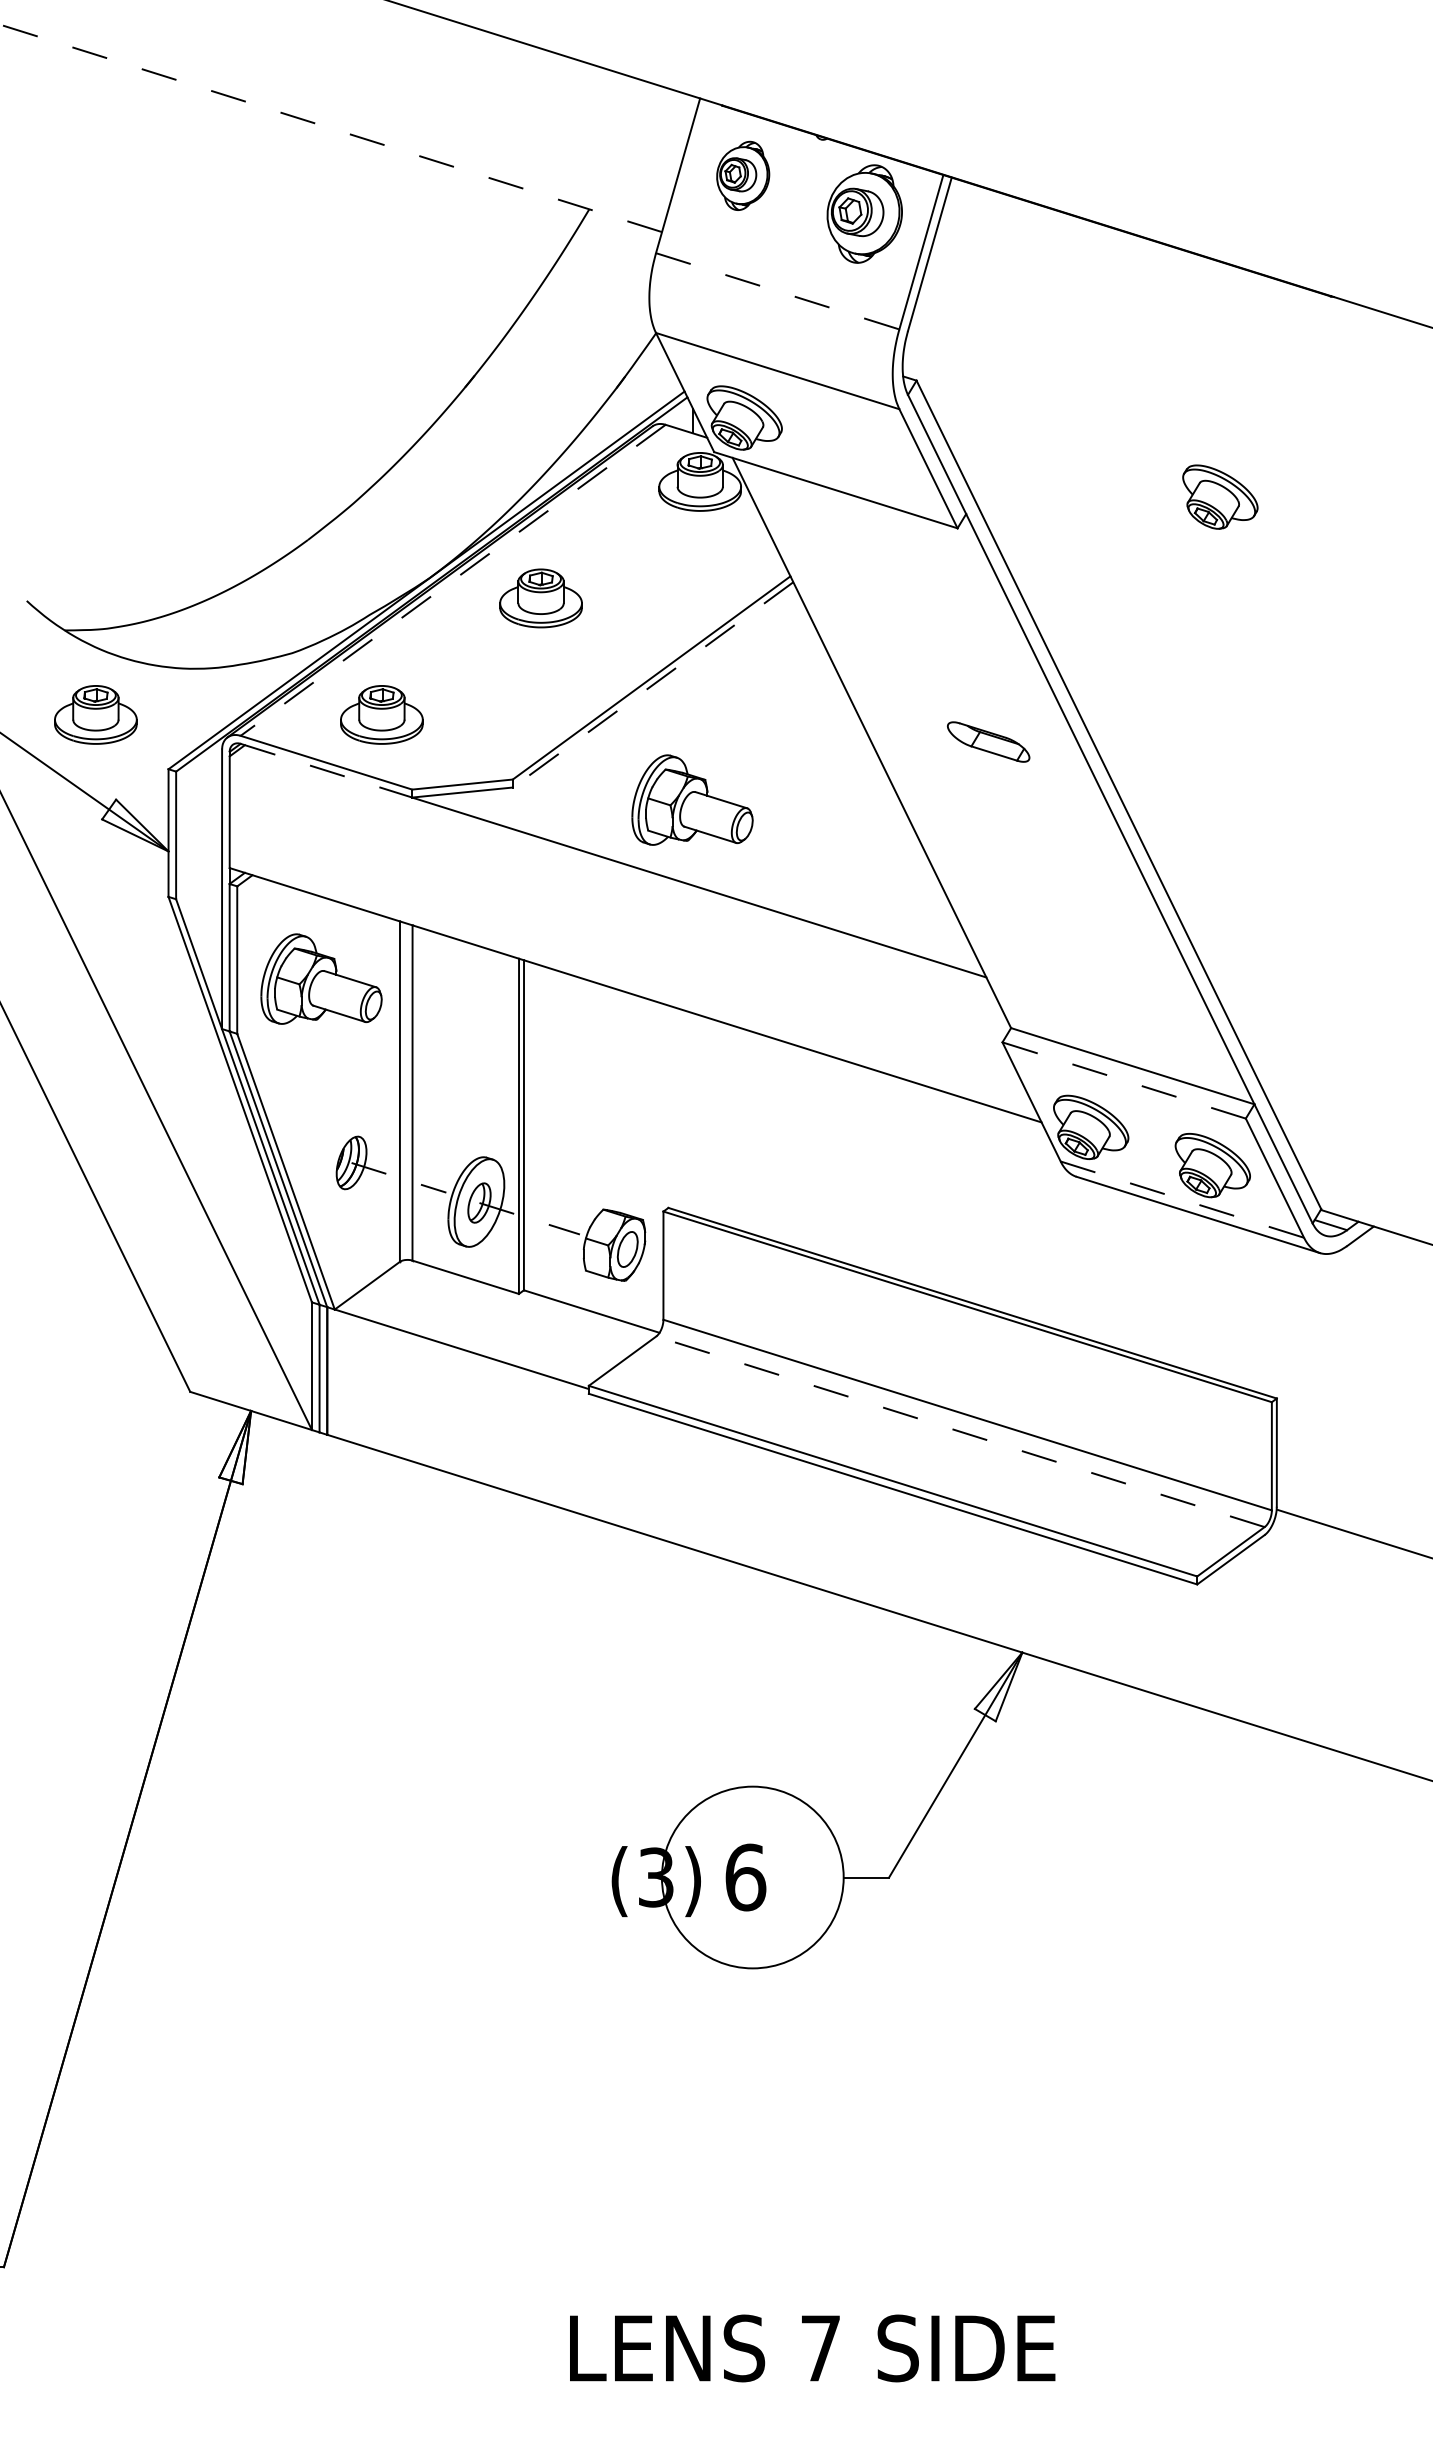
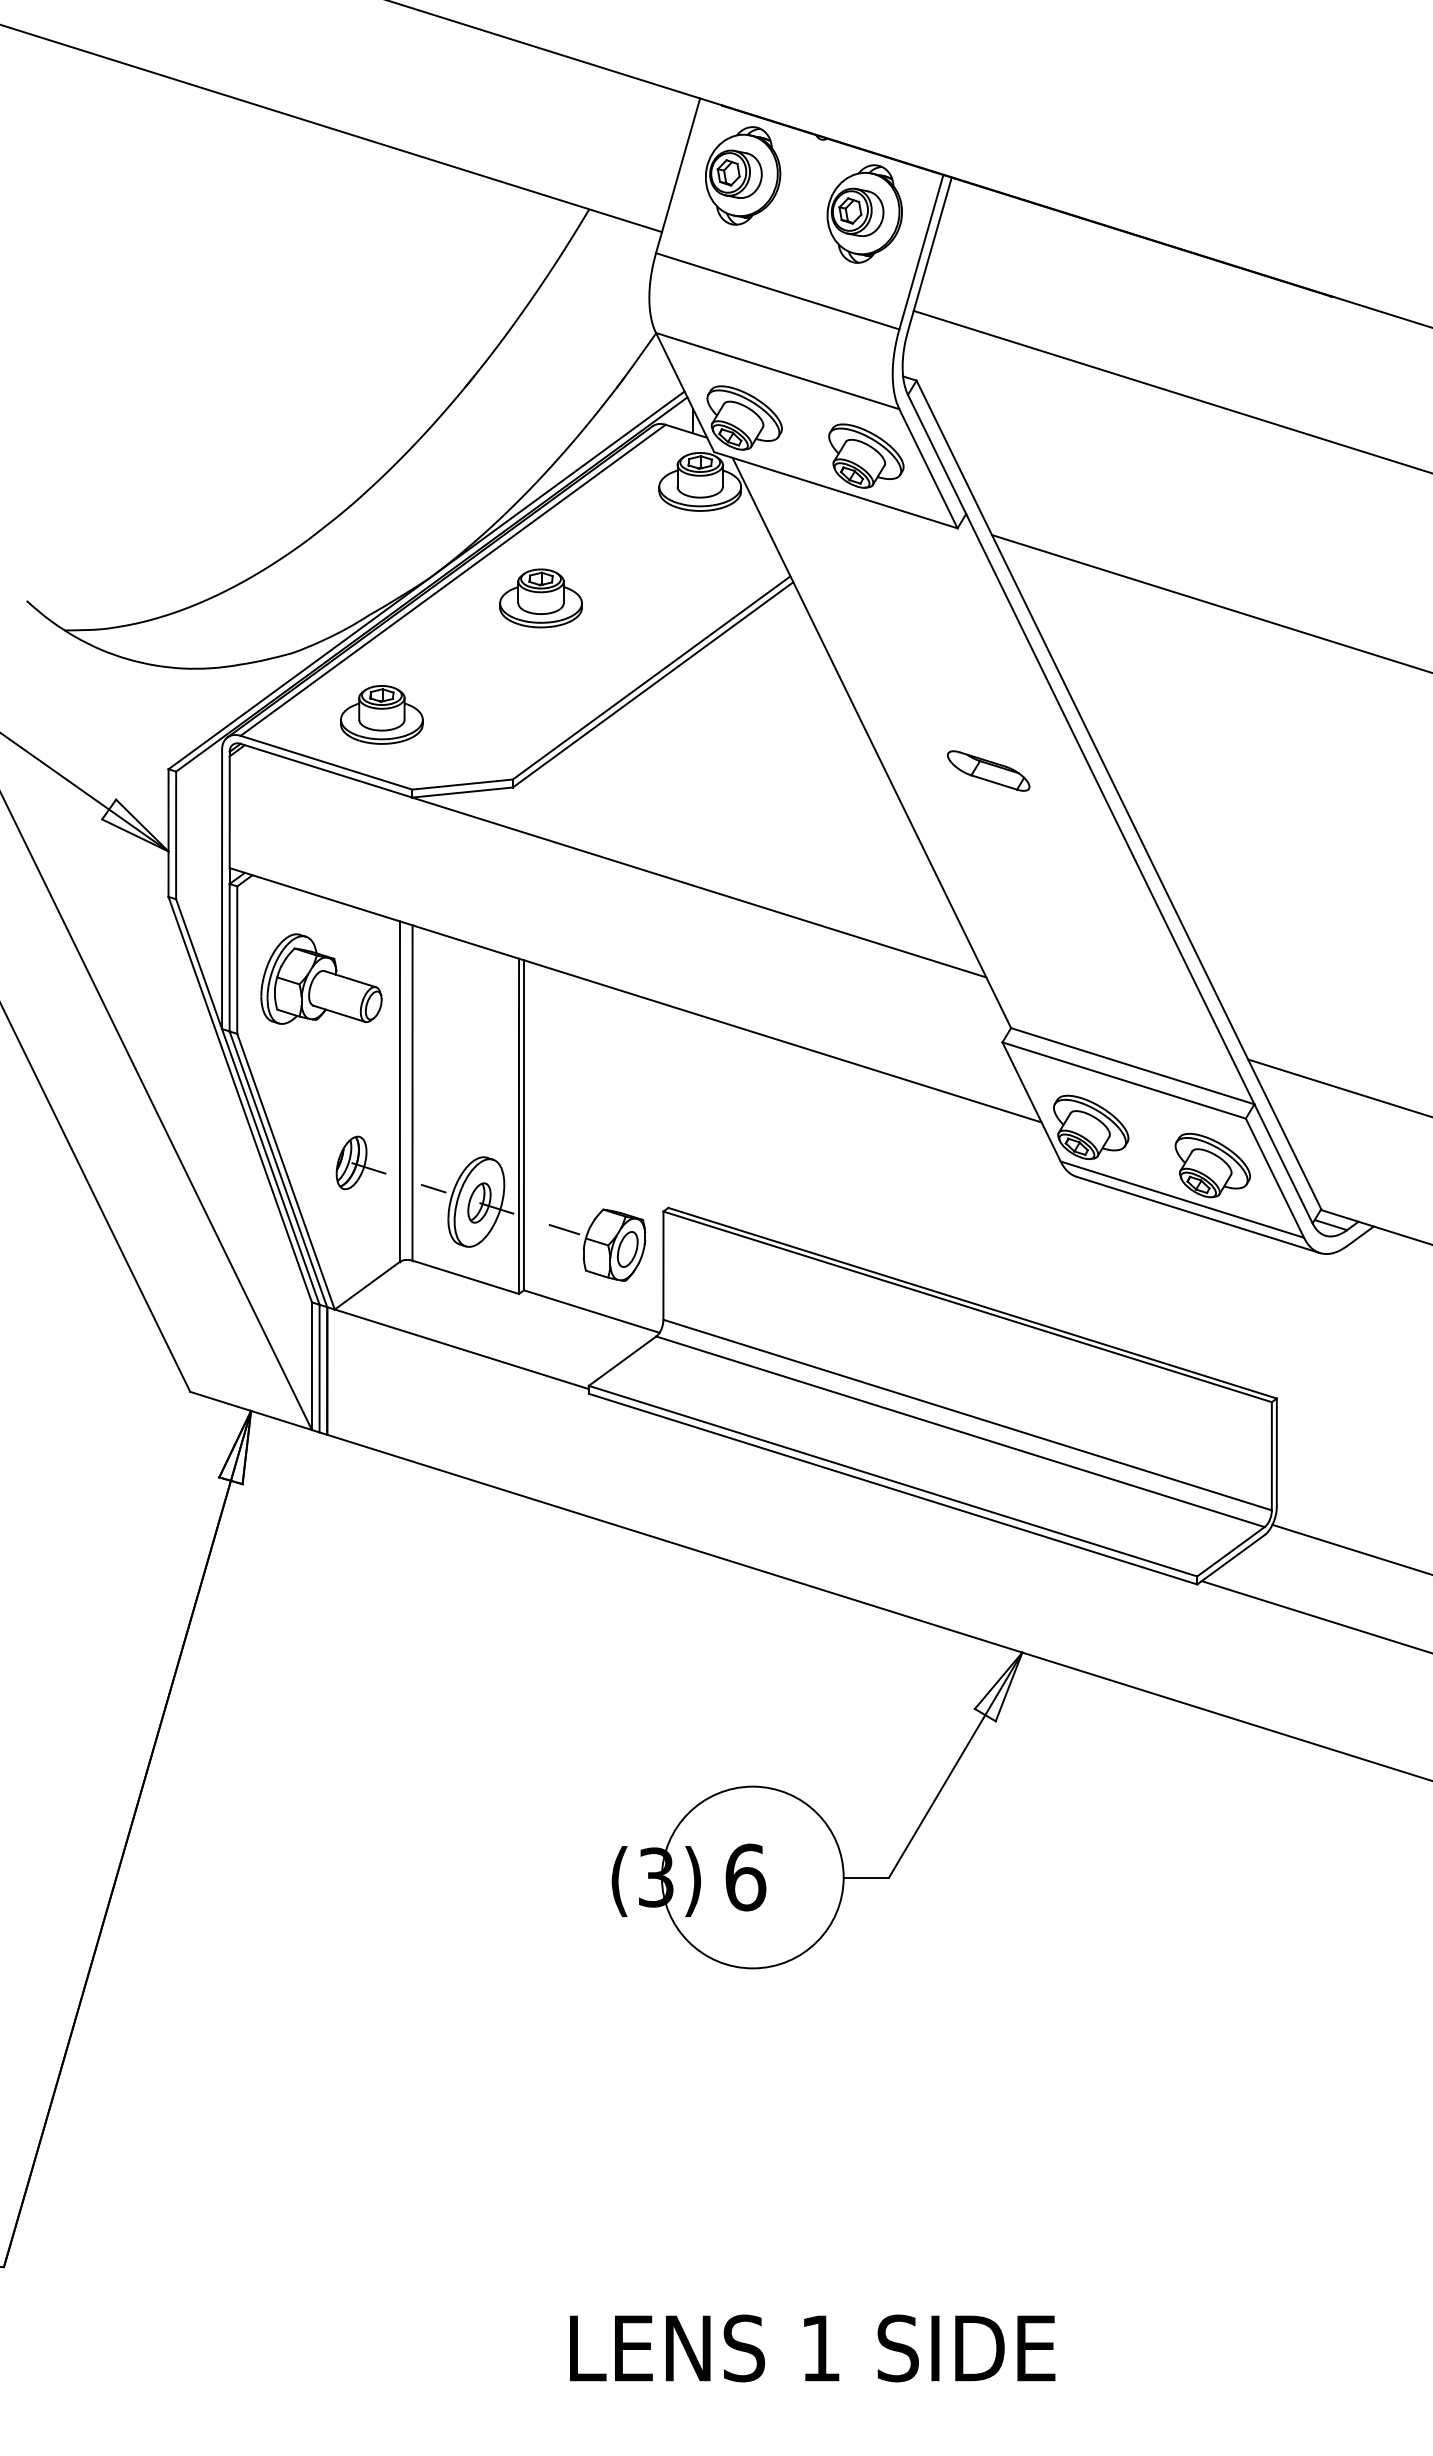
line at (330, 128): dashed -> solid
part at (743, 175) size: 55x71 px -> 77x100 px
line at (777, 291): dashed -> solid
line at (1171, 391): none -> present
part at (1220, 496) position: (1220, 496) -> (866, 455)
line at (452, 580): dashed -> solid
line at (1210, 603): none -> present
line at (653, 684): dashed -> solid
part at (95, 714): present -> none
part at (988, 741) position: (988, 741) -> (988, 770)
line at (326, 770): dashed -> solid
part at (692, 799): present -> none
line at (1124, 1080): dashed -> solid
line at (1338, 1087): none -> present
line at (1182, 1199): dashed -> solid
line at (960, 1431): dashed -> solid
line at (1353, 1533) position: (1353, 1533) -> (1350, 1548)
line at (1315, 1616): none -> present
text at (820, 2348): 7 -> 1
